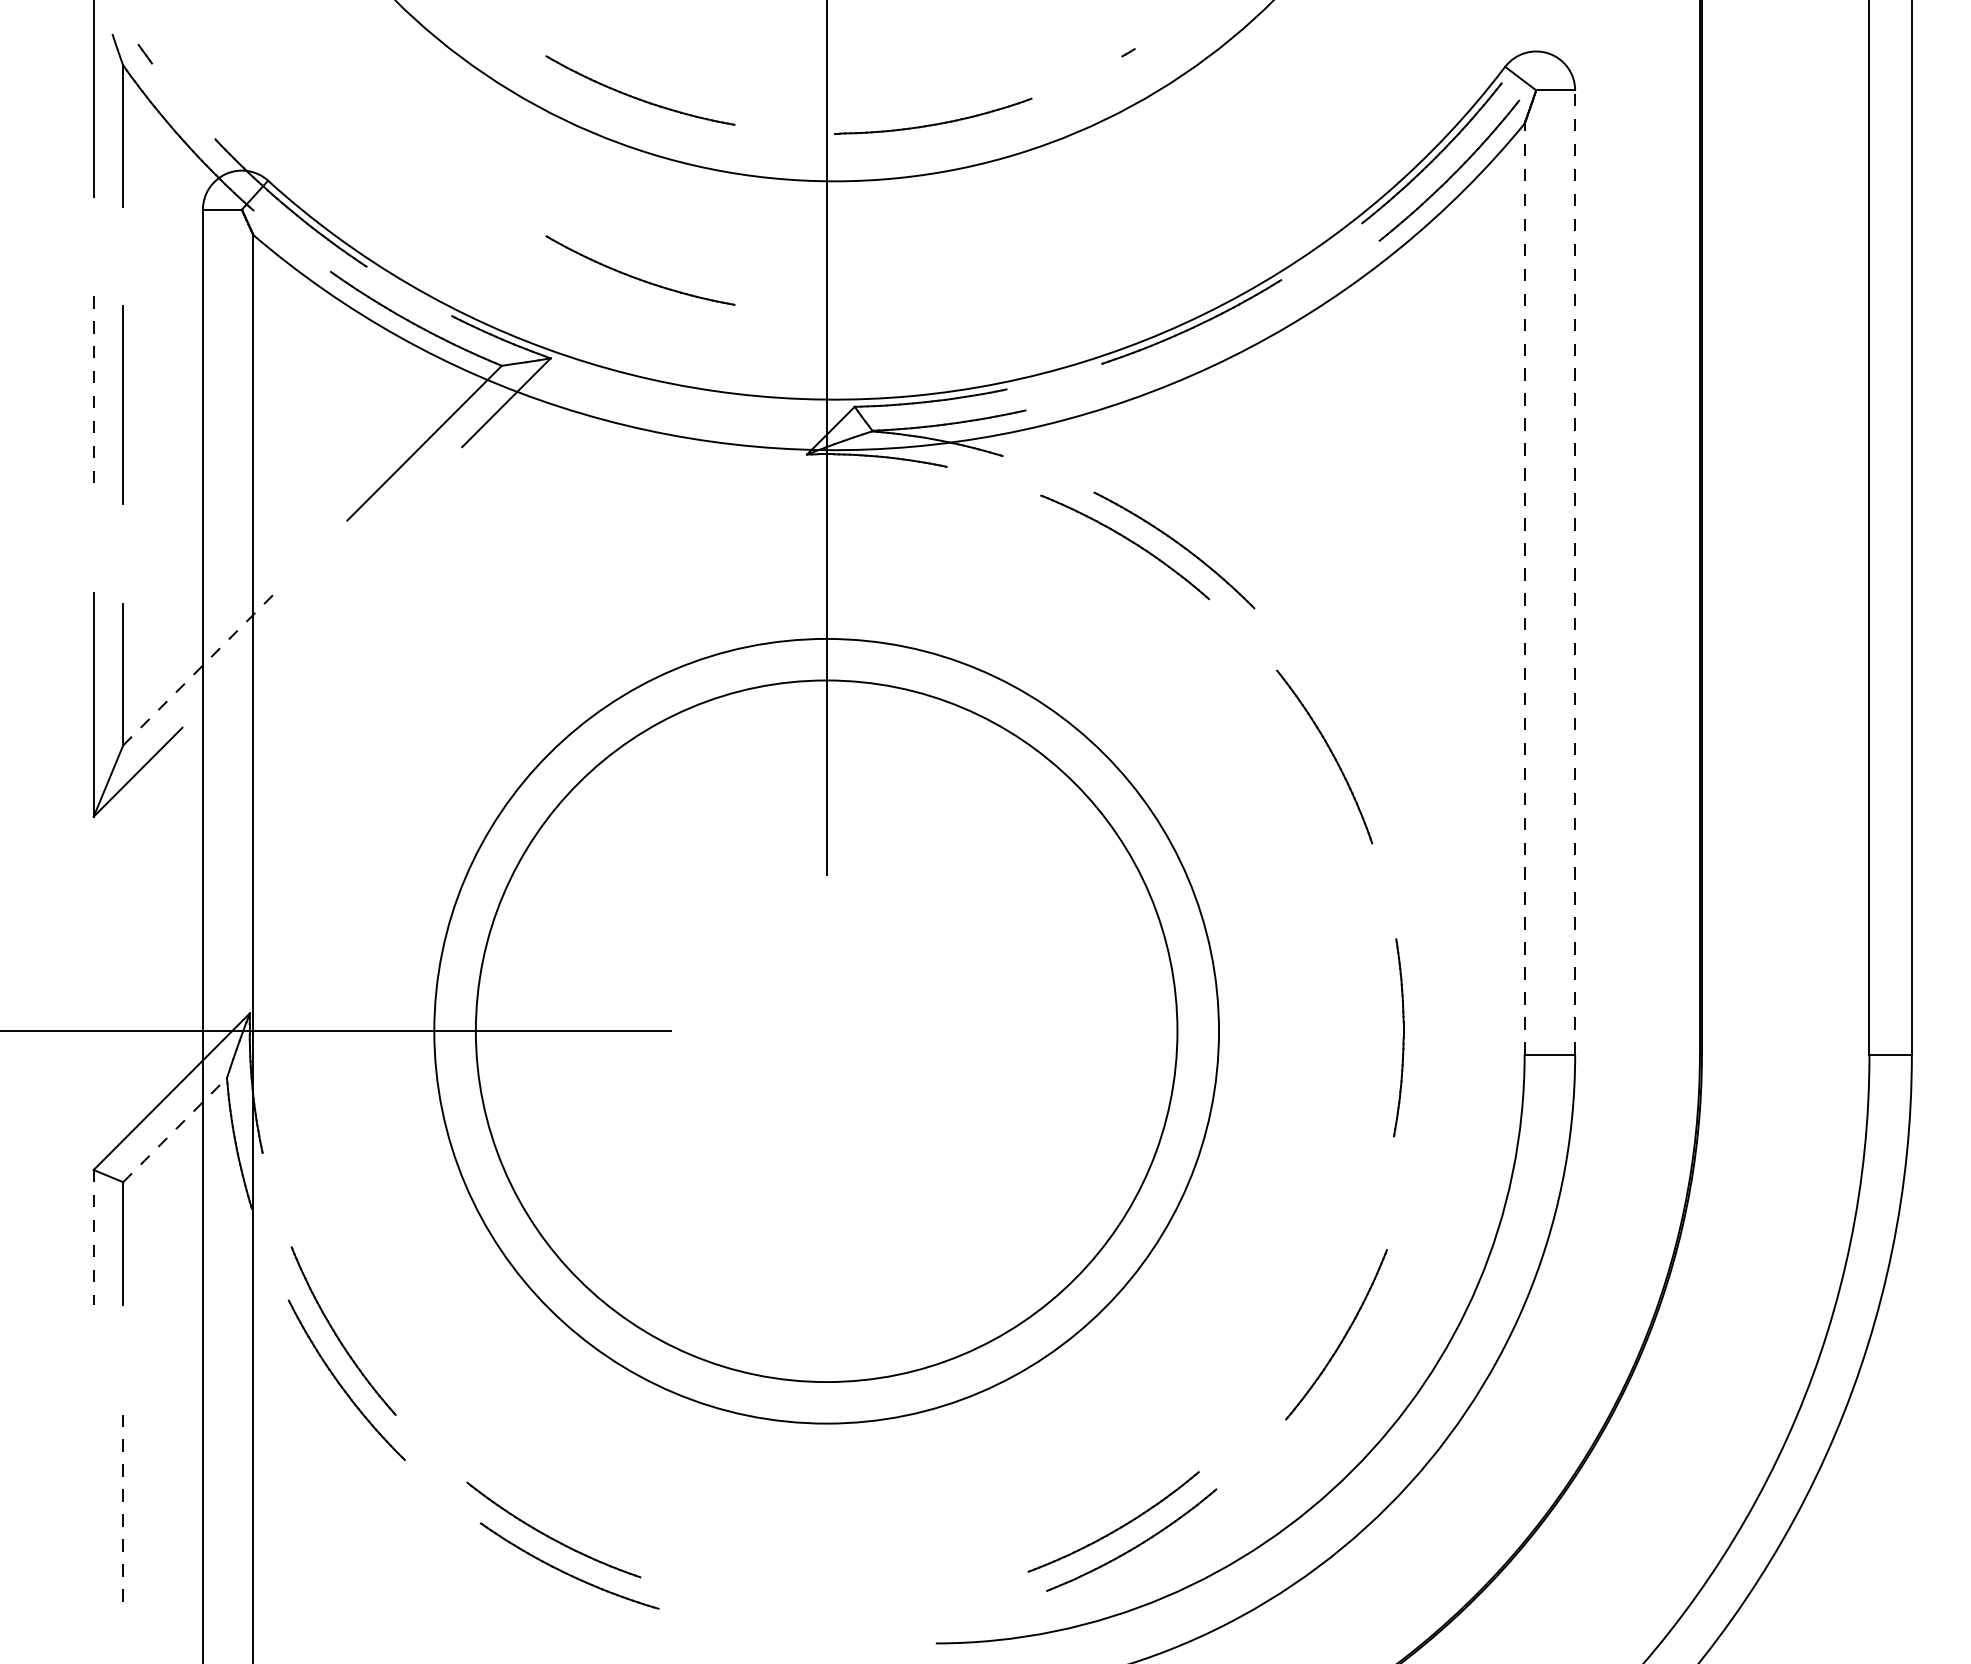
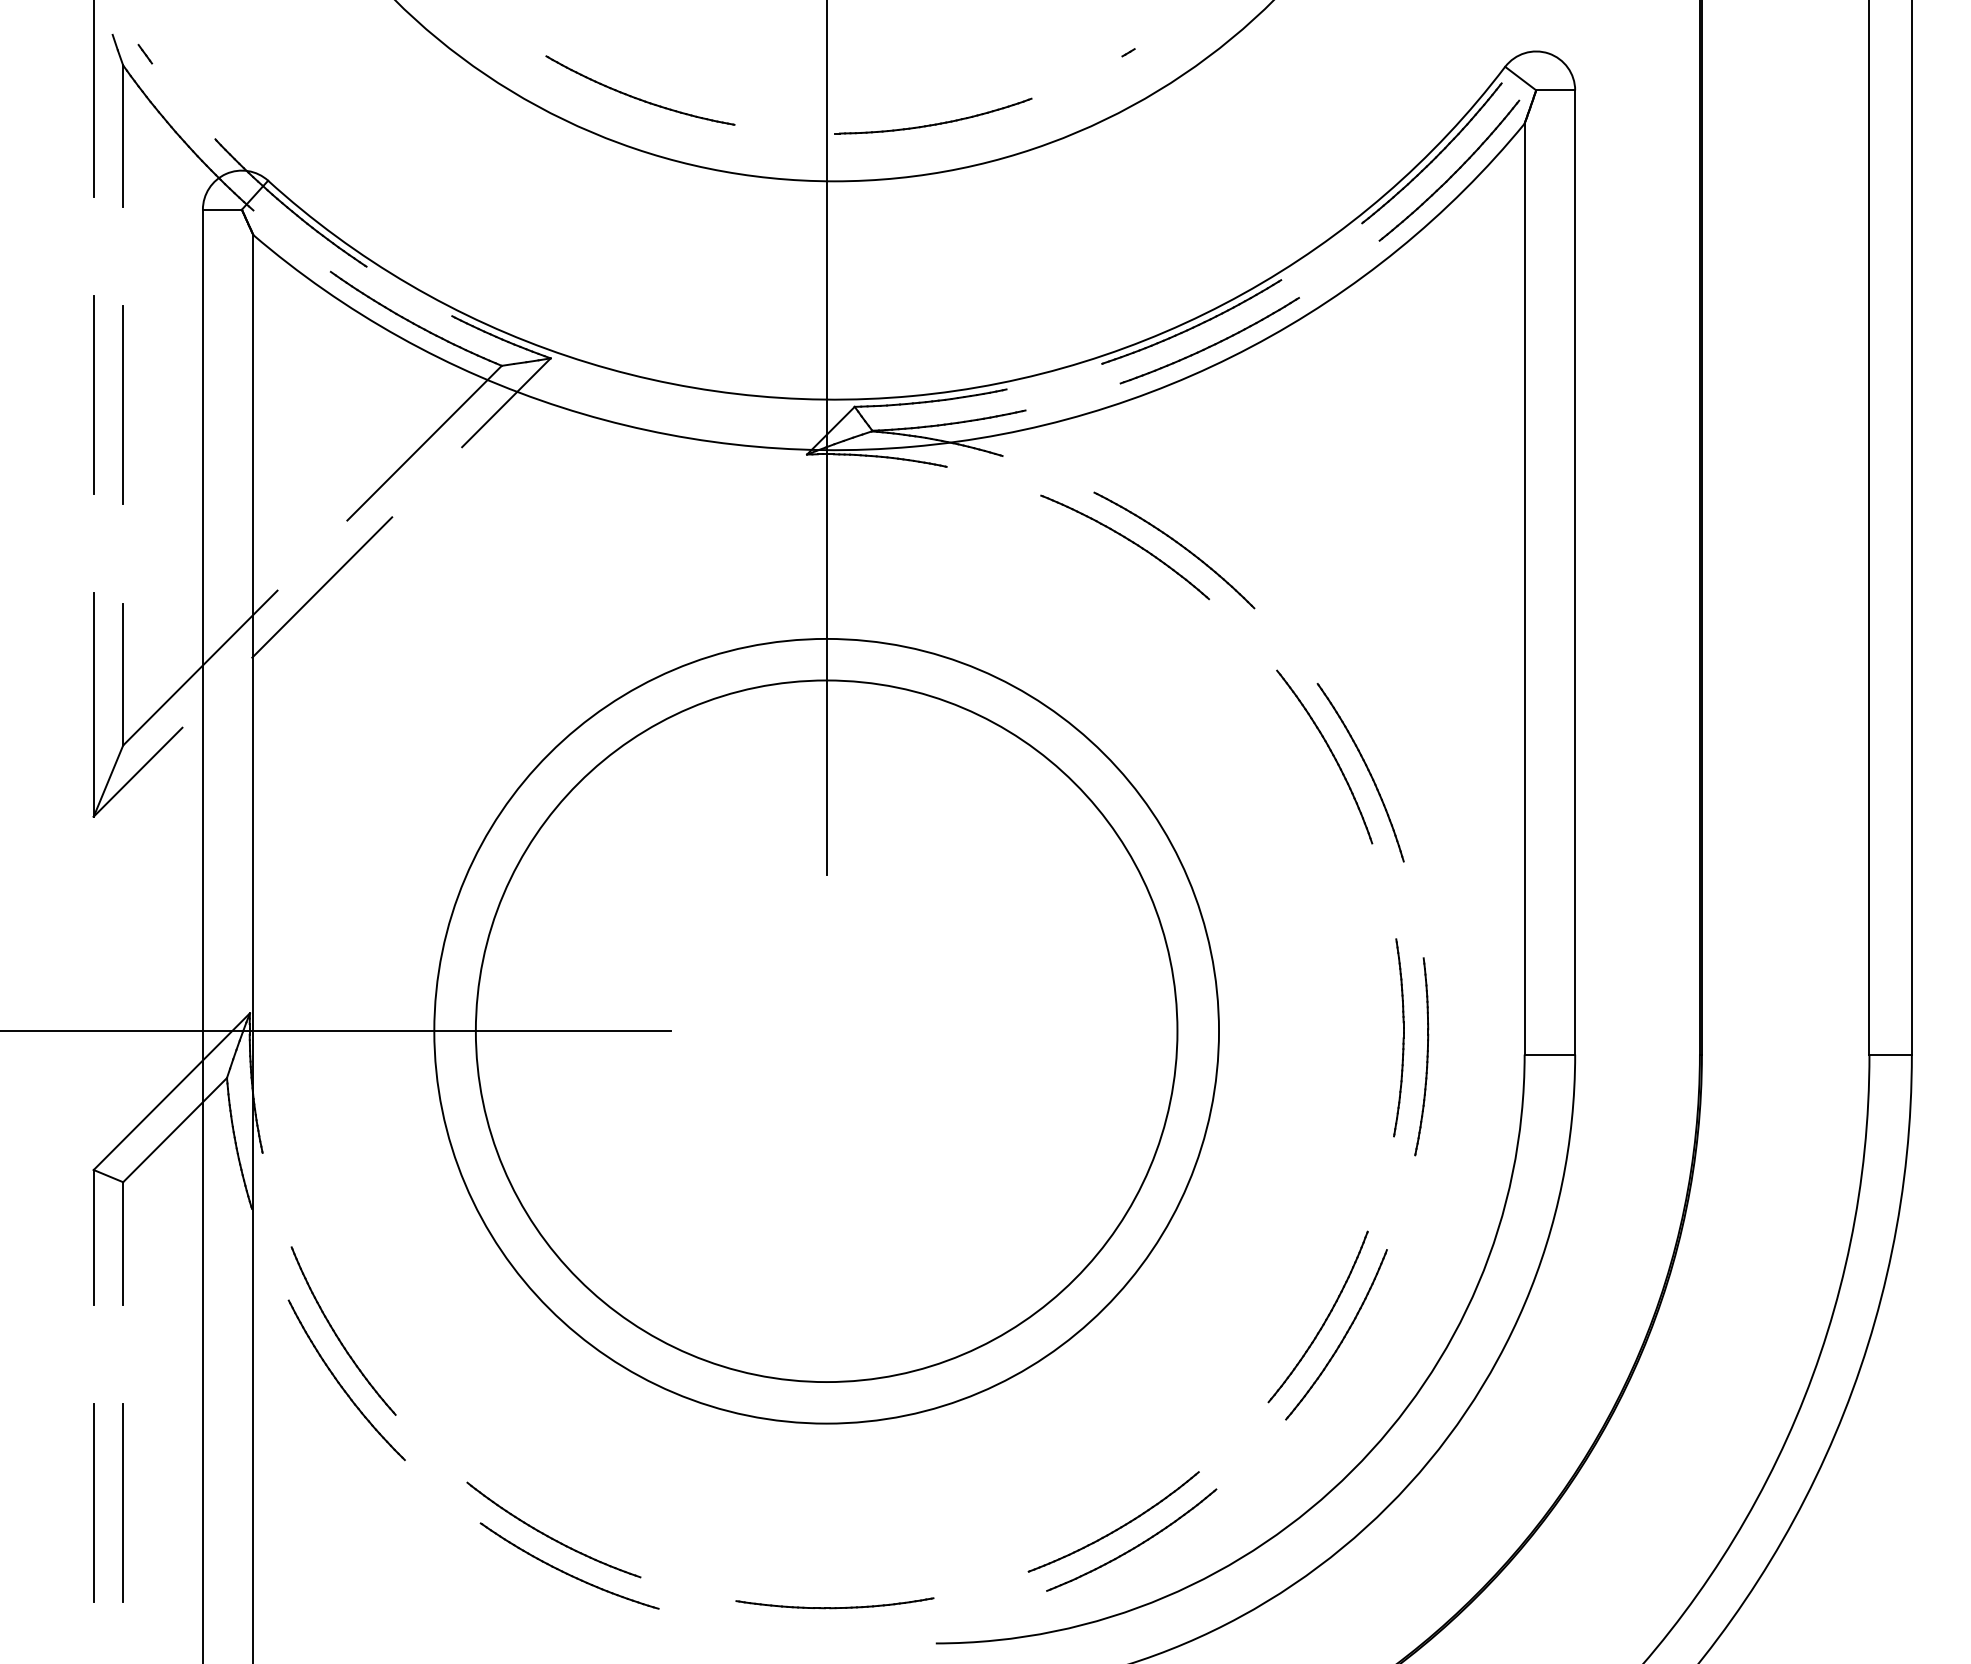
part at (637, 277): present -> none
part at (1209, 340): none -> present
line at (93, 395): dashed -> solid
line at (1575, 572): dashed -> solid
line at (322, 587): none -> present
line at (1524, 589): dashed -> solid
line at (200, 667): dashed -> solid
part at (1366, 768): none -> present
part at (1421, 1056): none -> present
line at (175, 1130): dashed -> solid
line at (93, 1237): dashed -> solid
part at (1324, 1320): none -> present
line at (93, 1502): none -> present
line at (123, 1502): dashed -> solid
part at (834, 1603): none -> present
